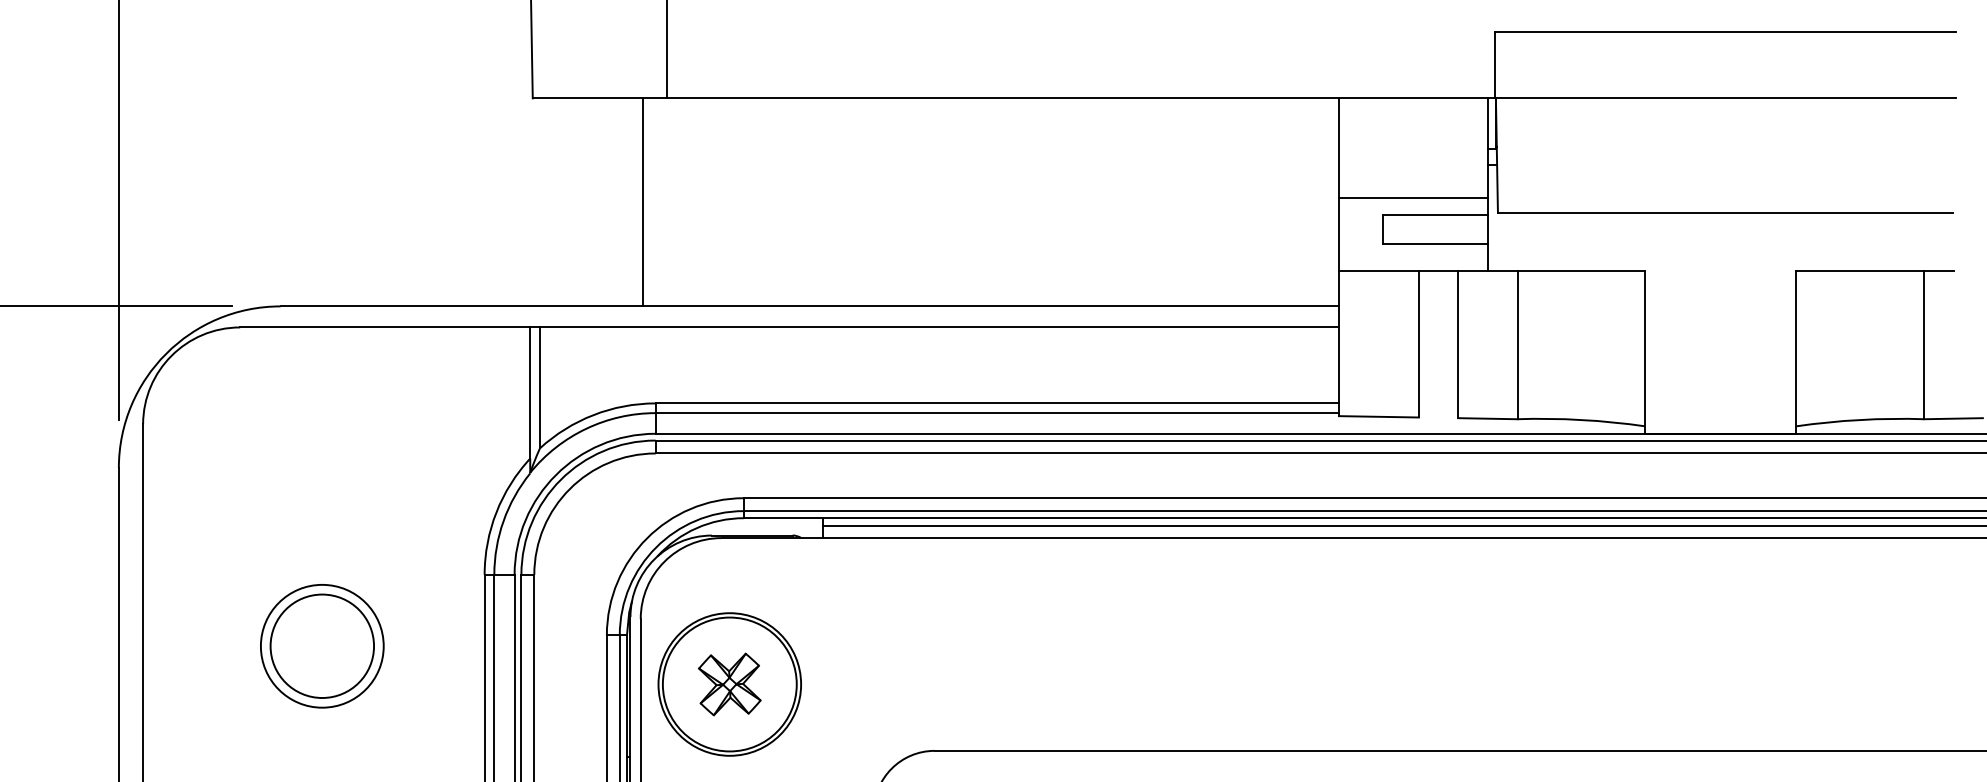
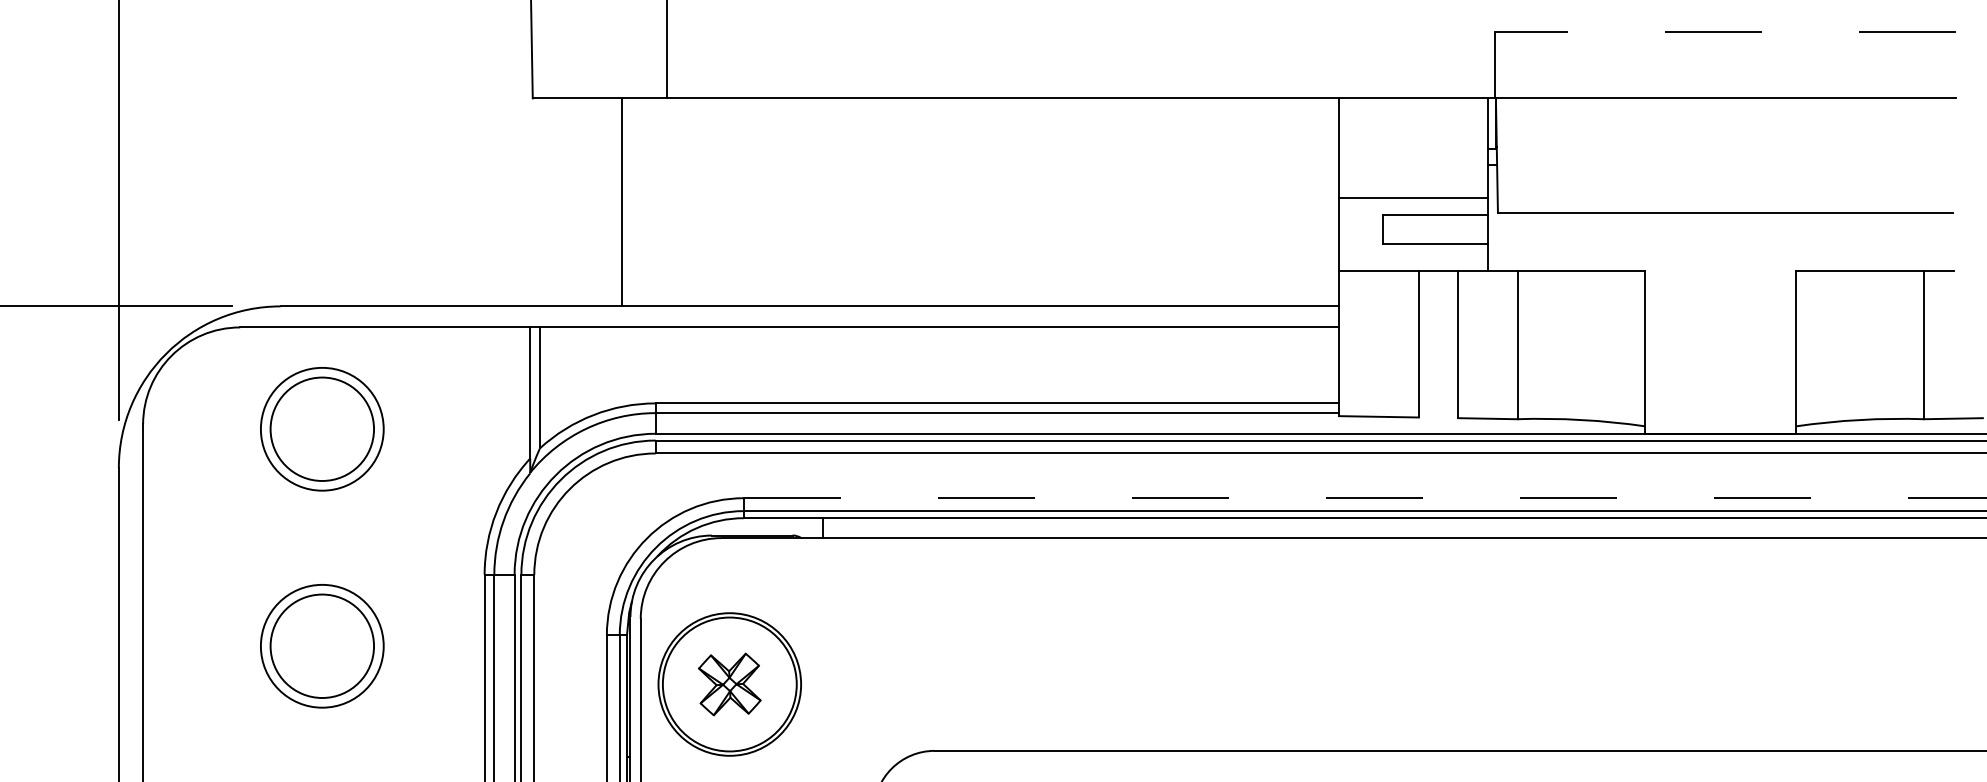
line at (1725, 32): solid -> dashed
line at (642, 202) position: (642, 202) -> (621, 202)
part at (322, 429): none -> present
line at (1365, 498): solid -> dashed
line at (1403, 526): present -> none
